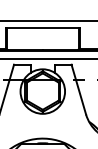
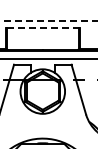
line at (49, 21): solid -> dashed
line at (42, 27): solid -> dashed
